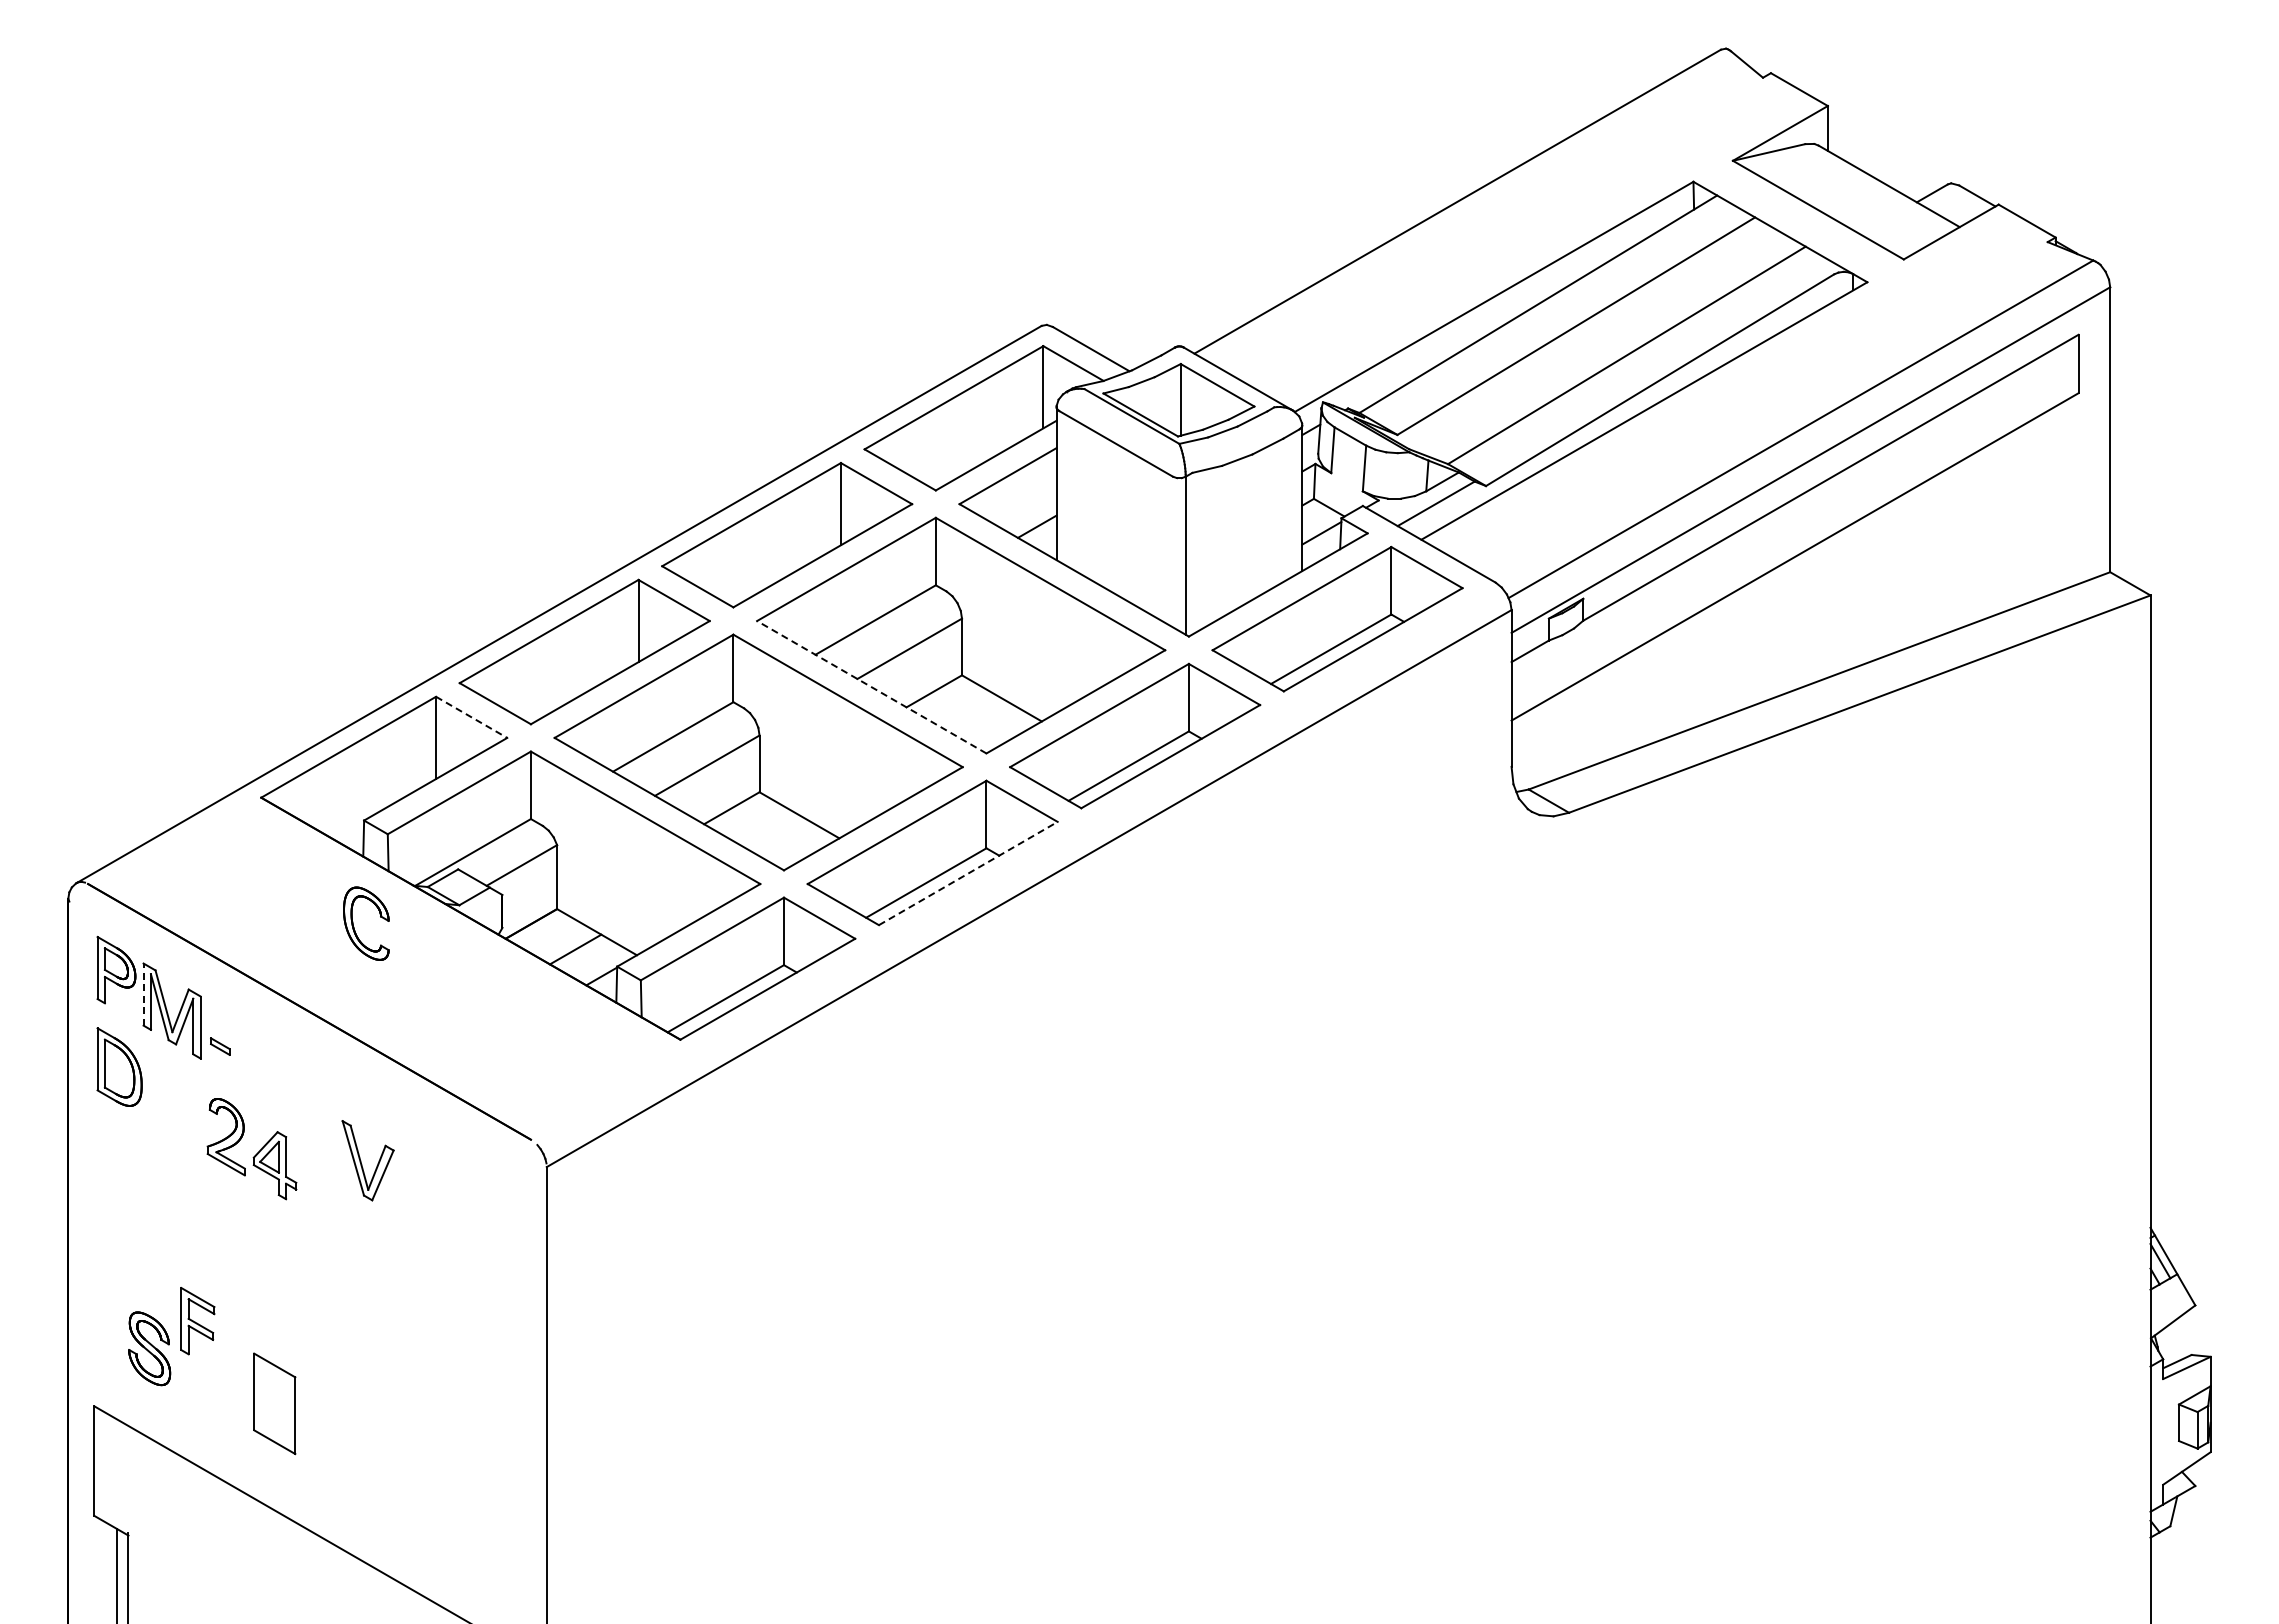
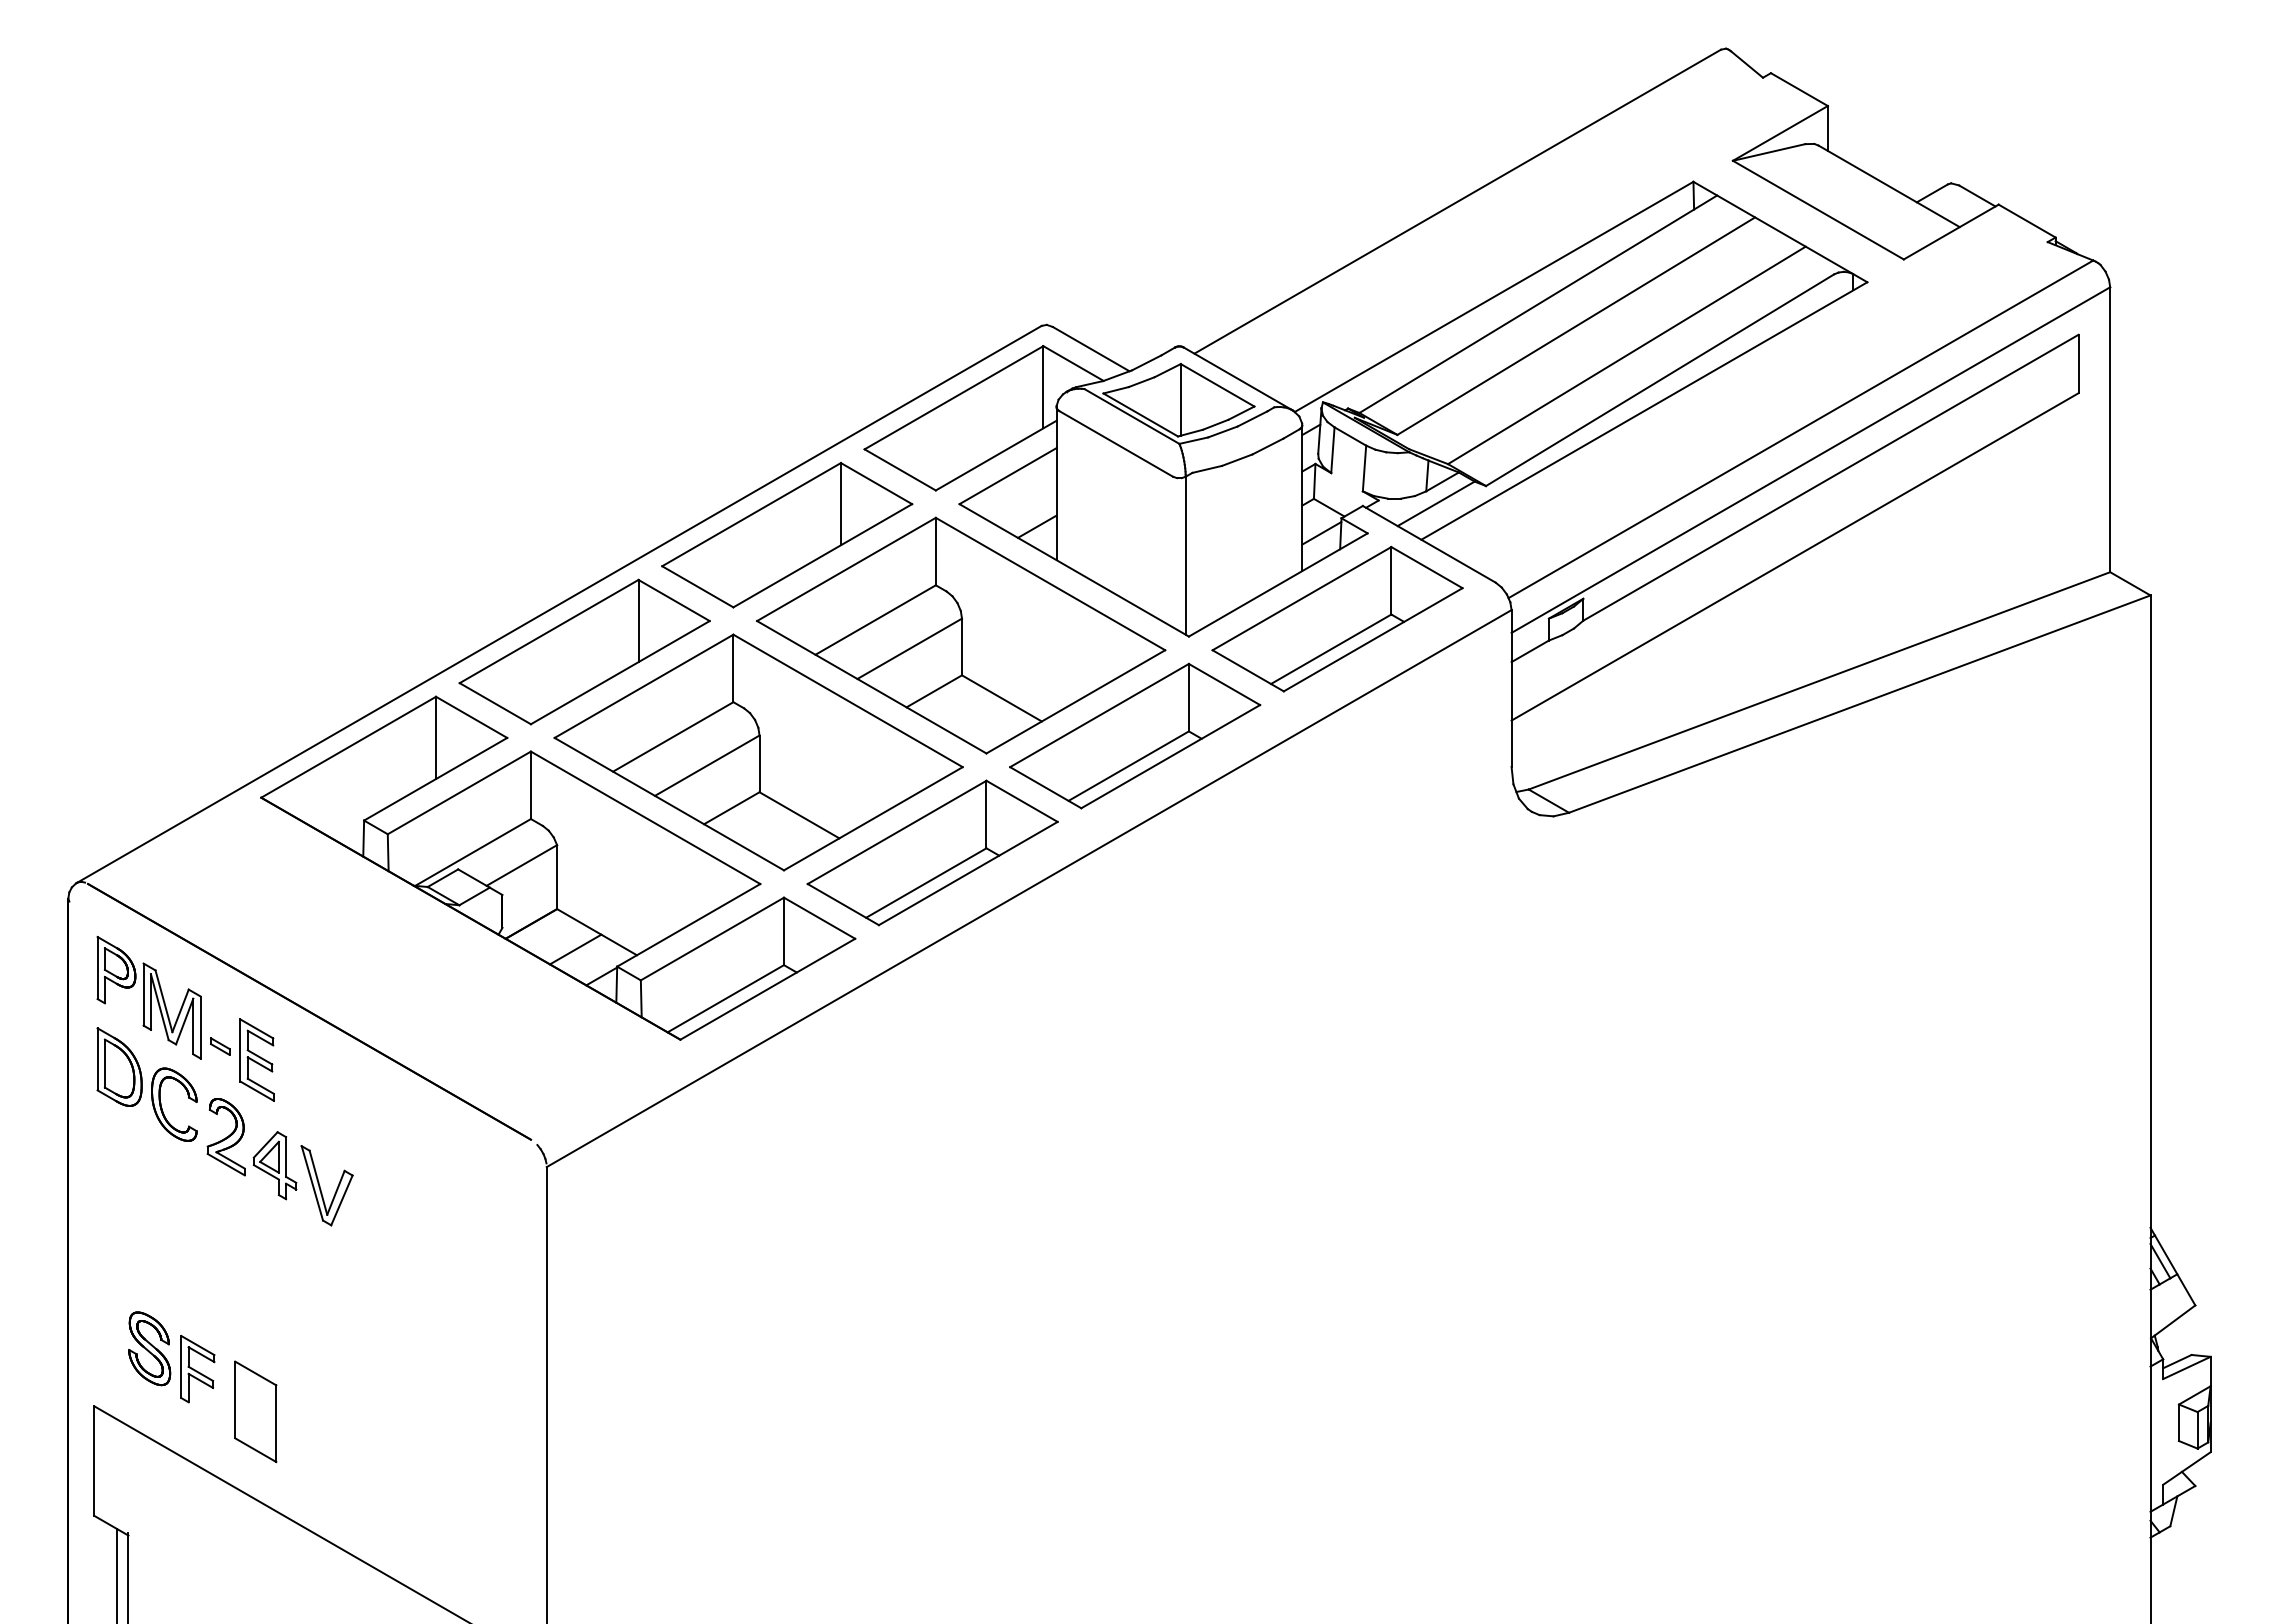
line at (871, 687): dashed -> solid
line at (472, 717): dashed -> solid
line at (968, 873): dashed -> solid
part at (354, 927) position: (354, 927) -> (162, 1108)
line at (143, 994): dashed -> solid
part at (256, 1059): none -> present
part at (367, 1160) position: (367, 1160) -> (326, 1185)
part at (197, 1321) position: (197, 1321) -> (197, 1369)
part at (274, 1403) position: (274, 1403) -> (255, 1411)
